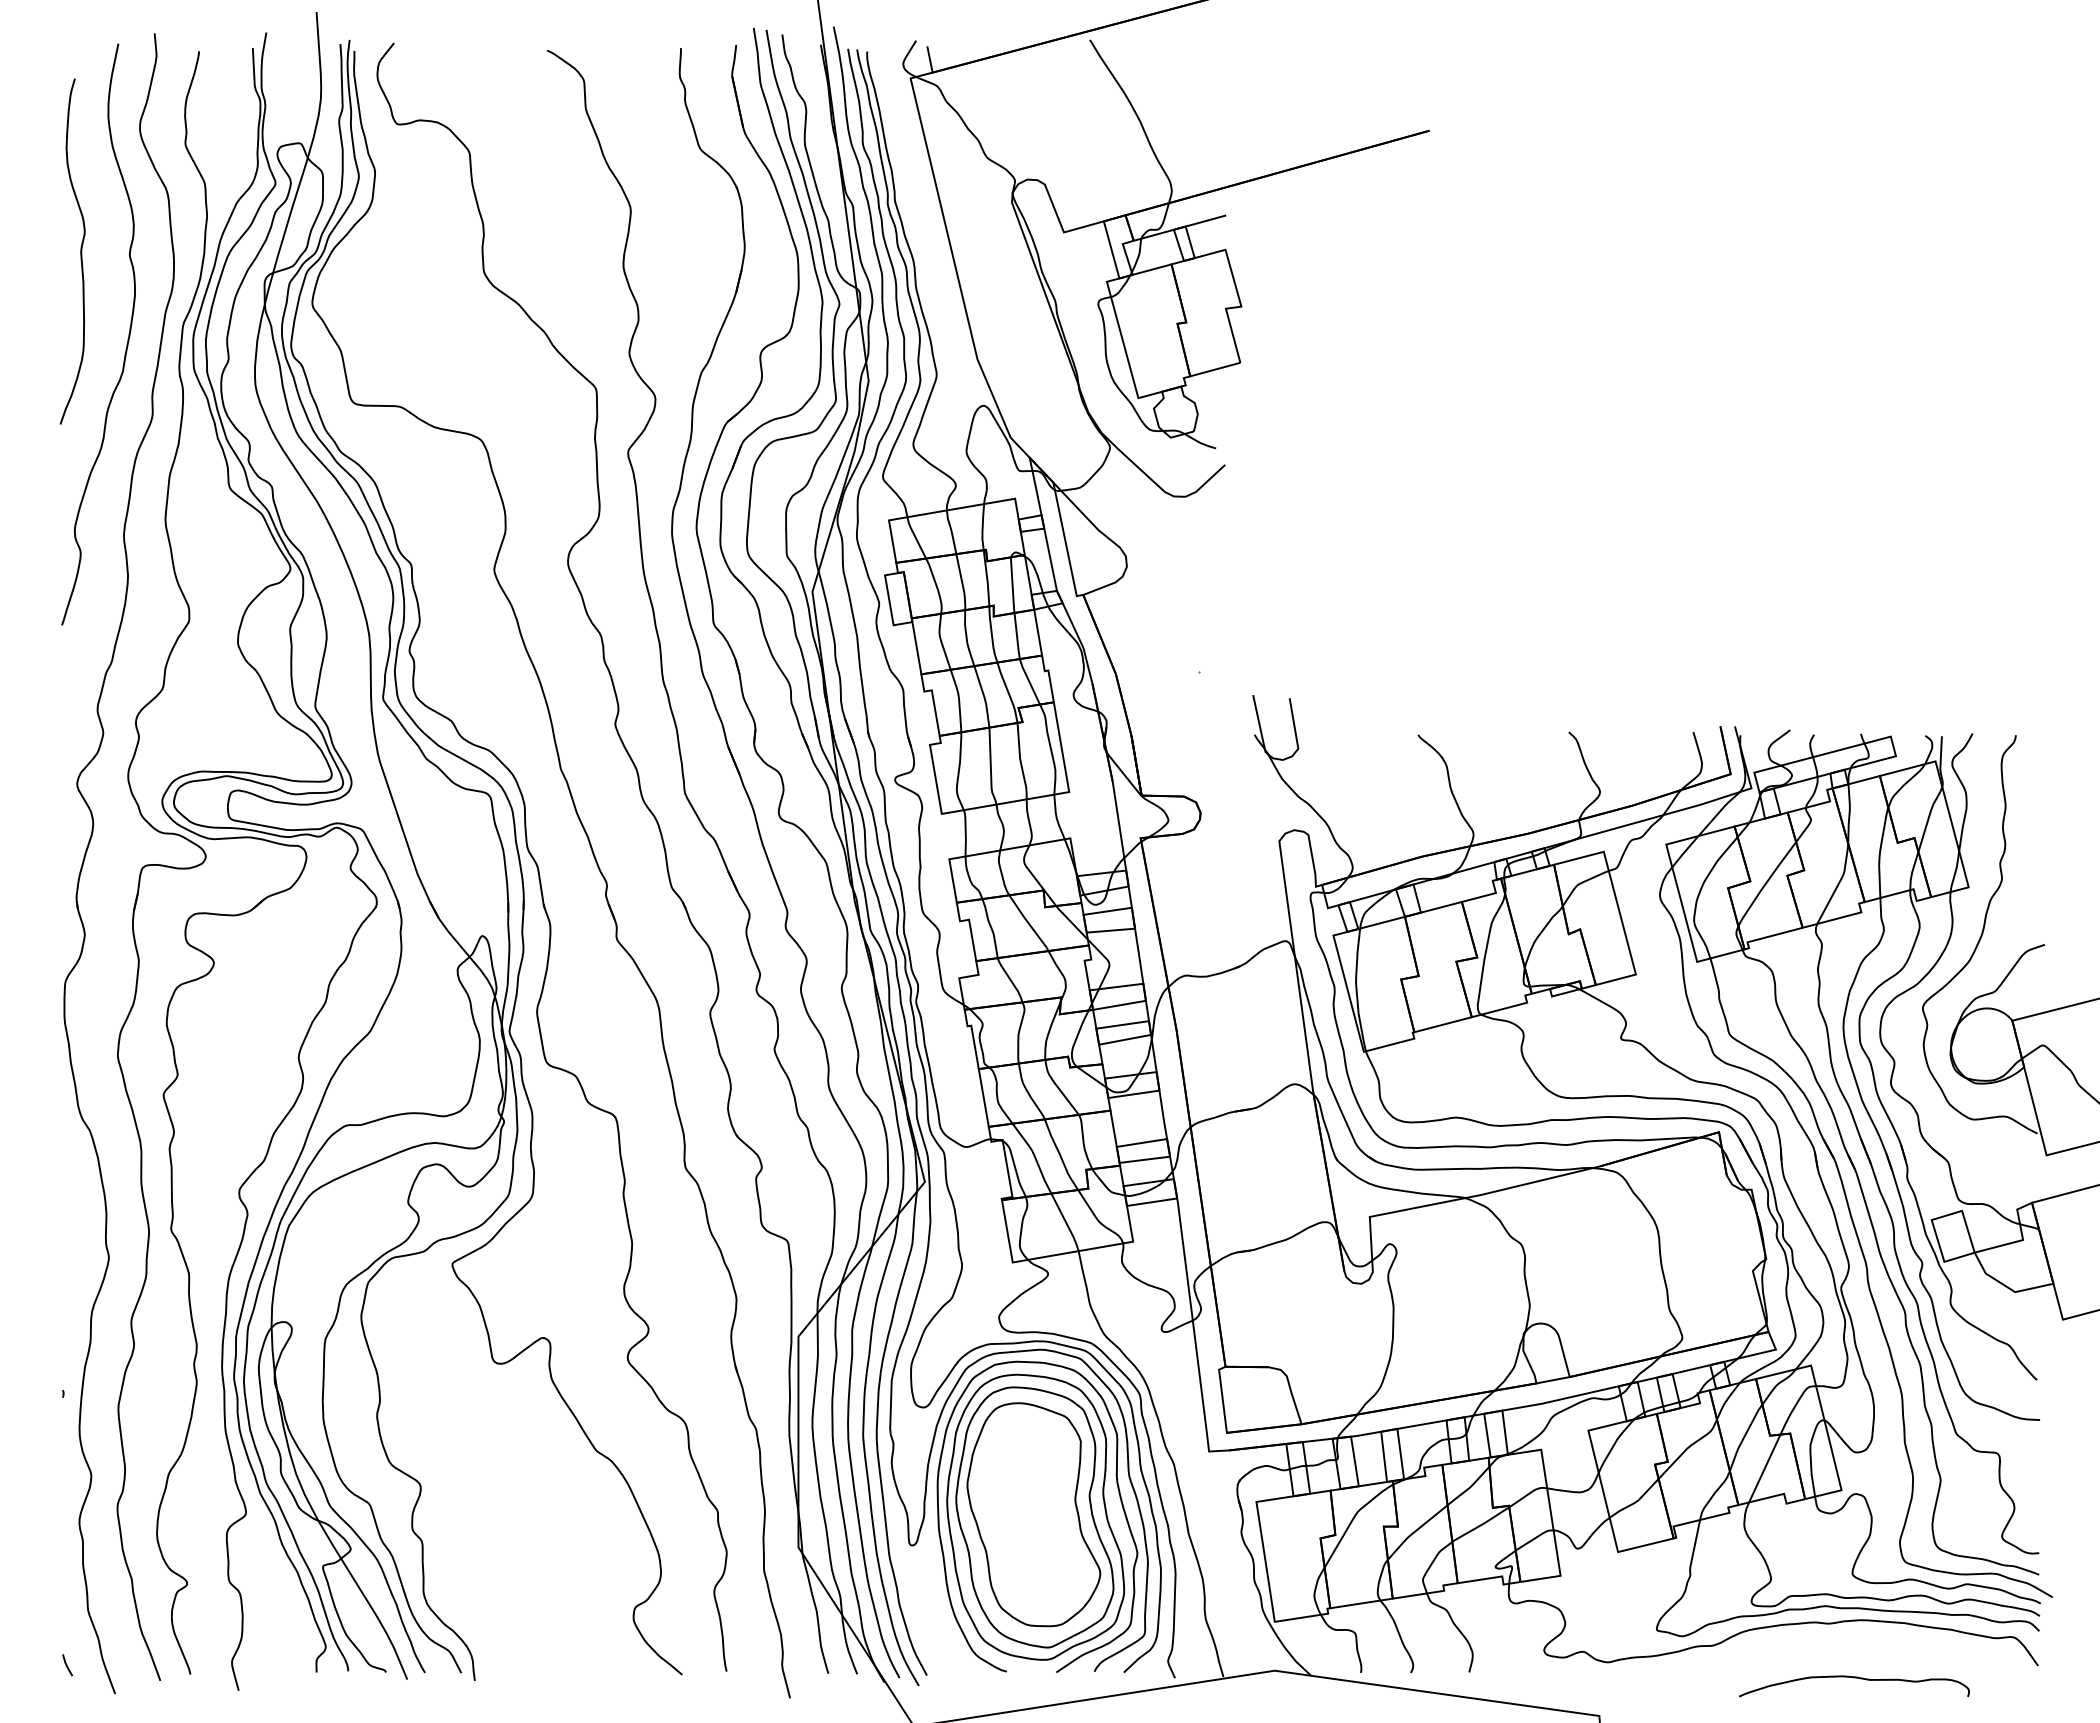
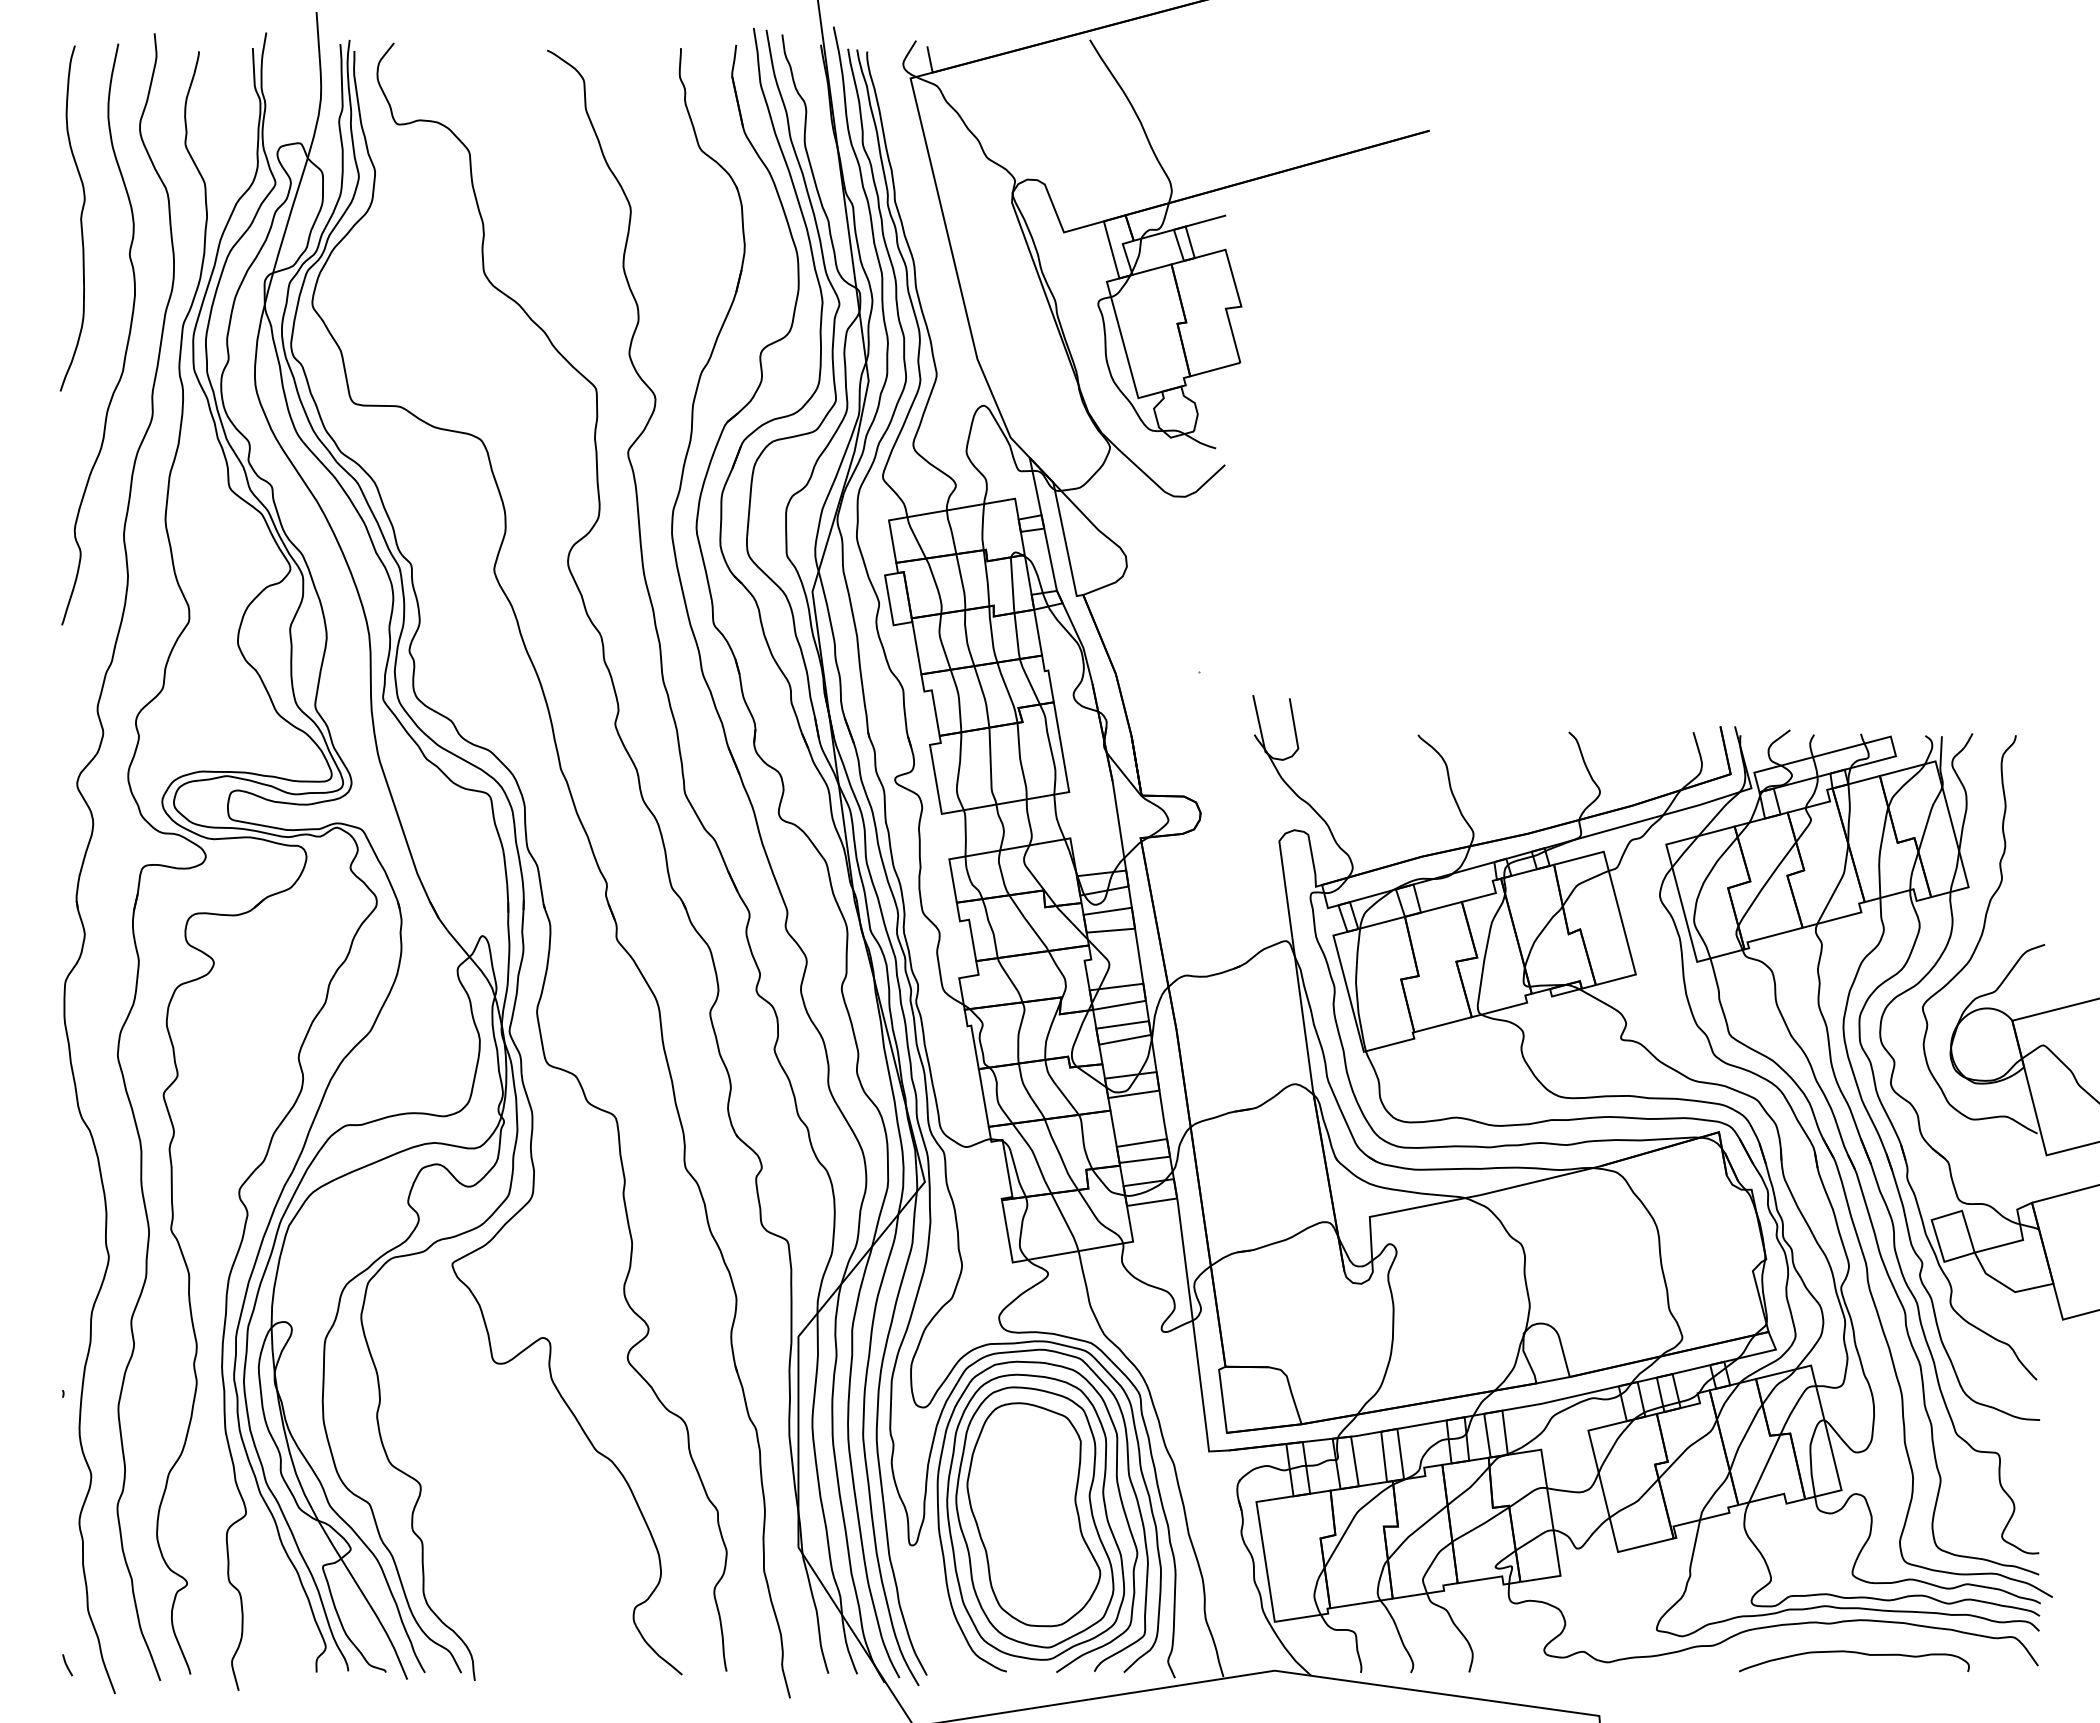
curve at (80, 251) position: (80, 251) -> (80, 218)
curve at (1854, 1678) position: (1854, 1678) -> (1854, 1653)
